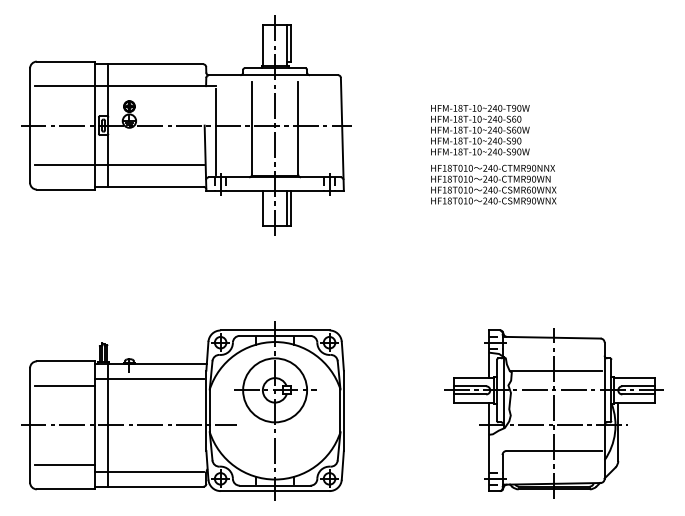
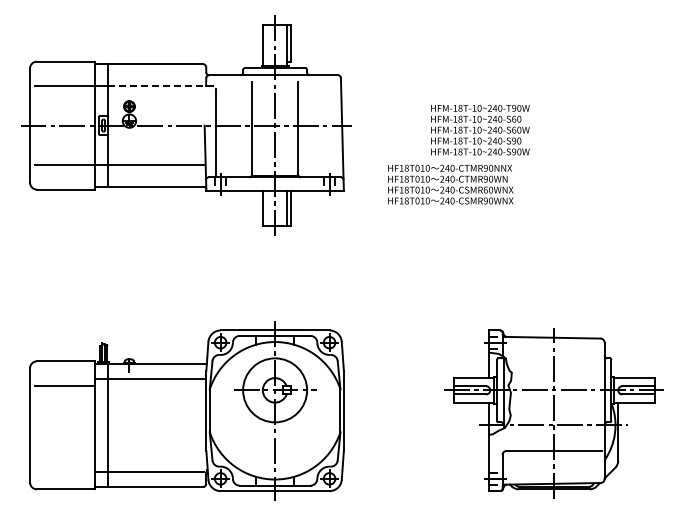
line at (162, 86): solid -> dashed
text at (493, 184) position: (493, 184) -> (450, 184)
line at (555, 370): present -> none
line at (128, 425): present -> none
line at (64, 464): present -> none
